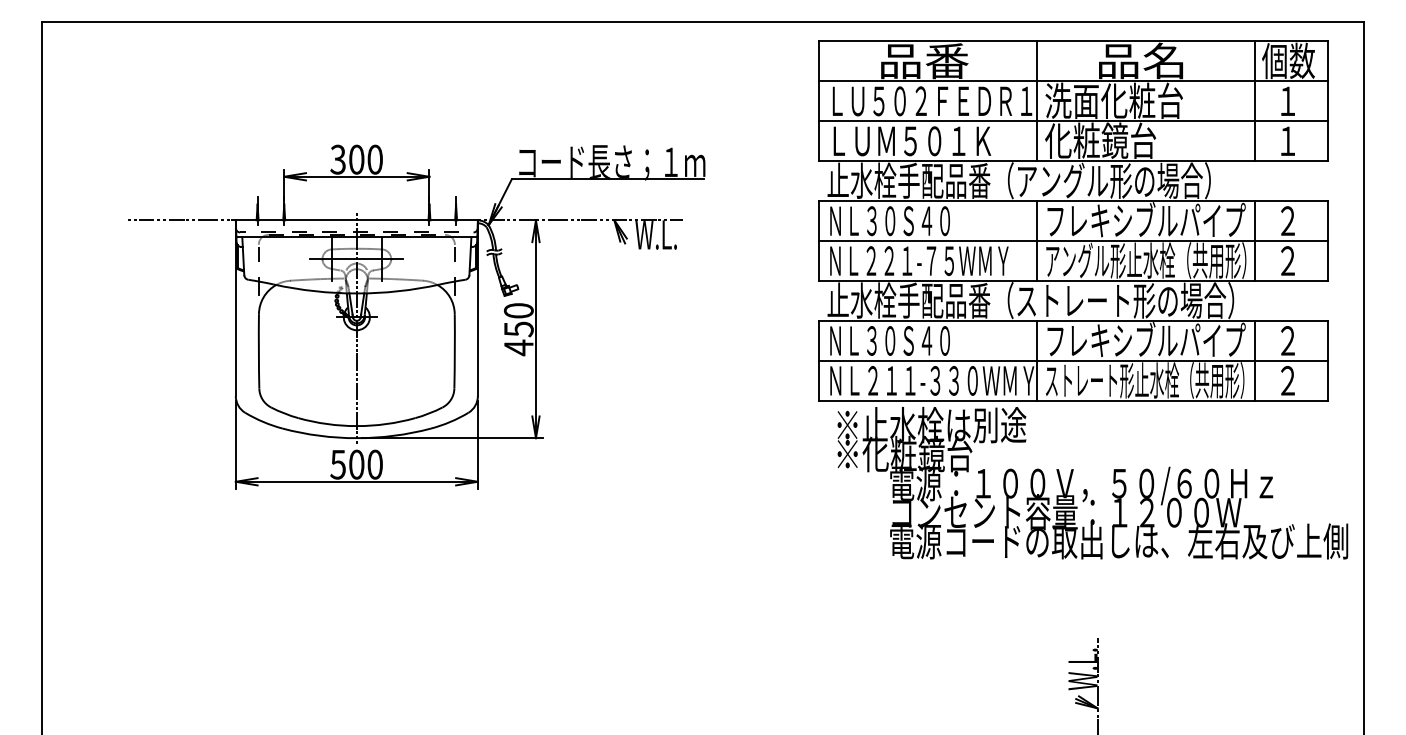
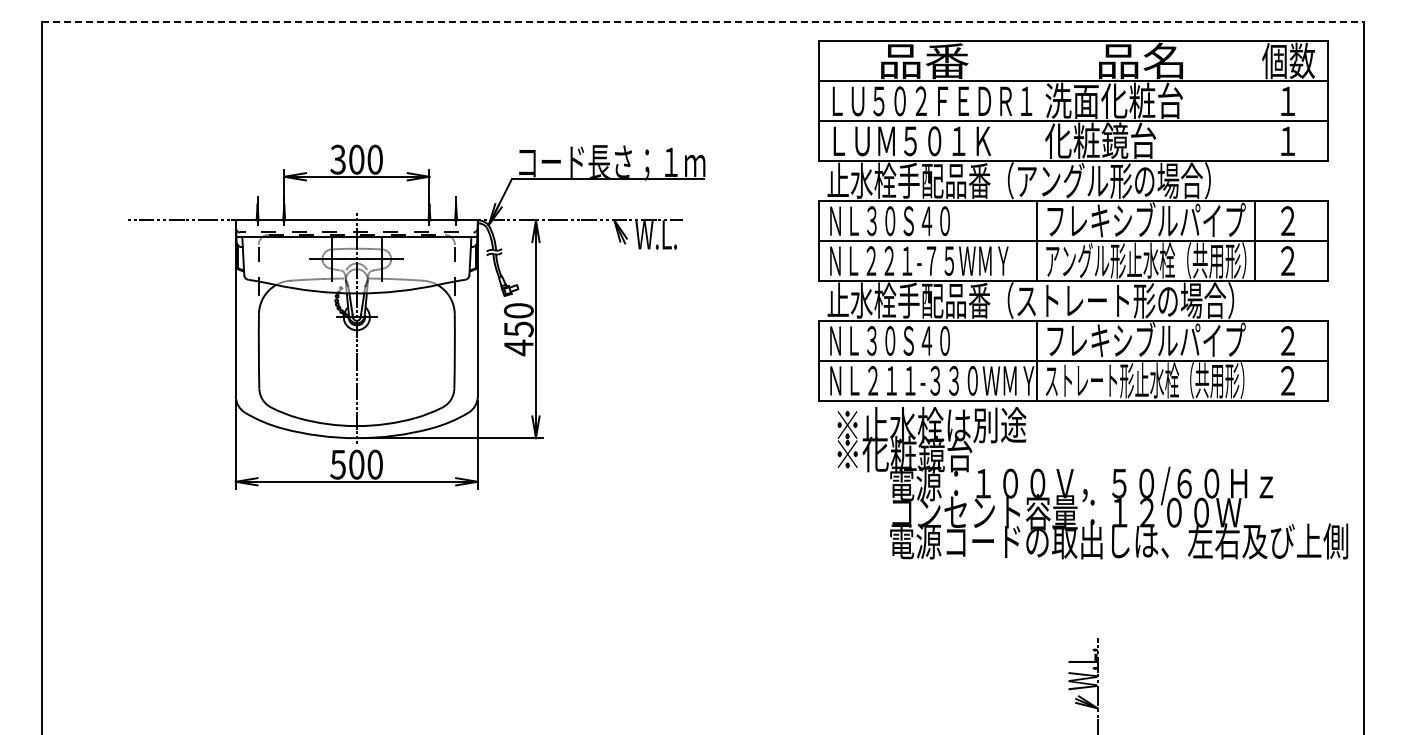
line at (703, 21): solid -> dashed
line at (1037, 101): present -> none
line at (1254, 101): present -> none
line at (1254, 360): present -> none
